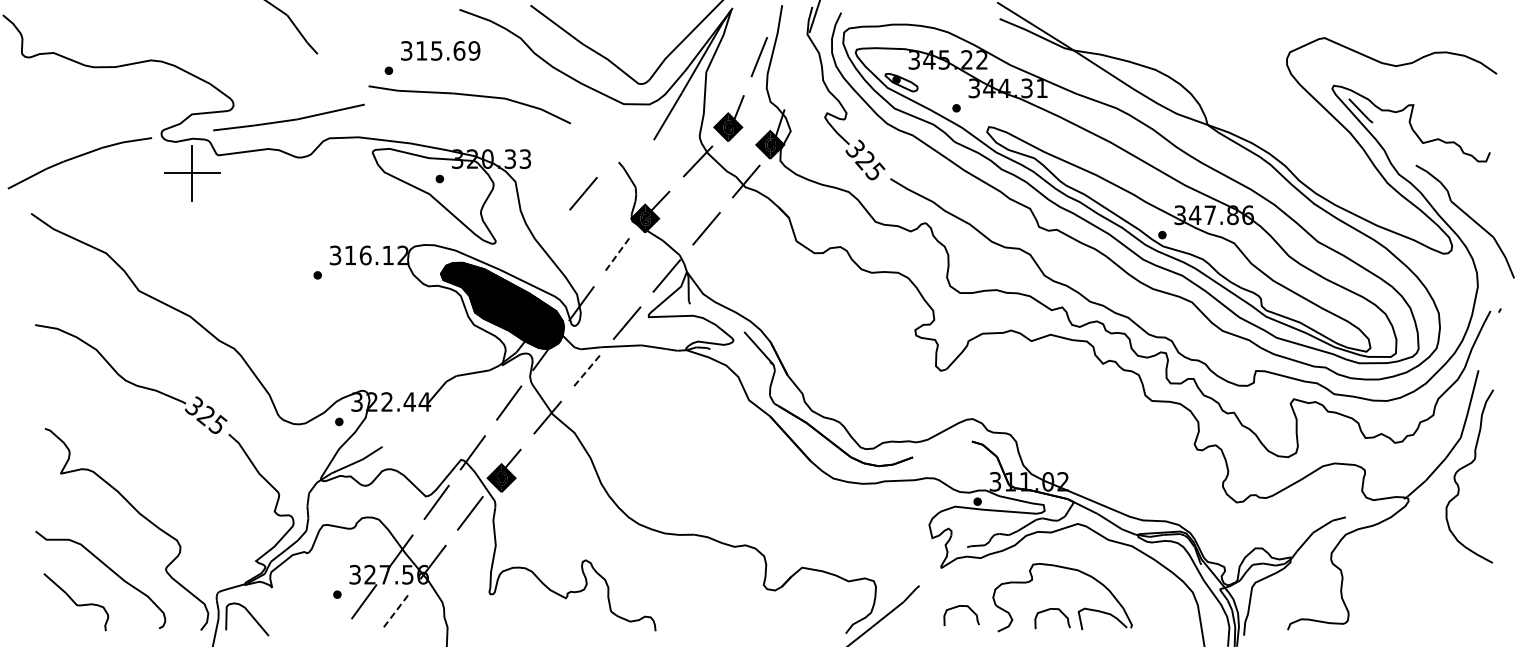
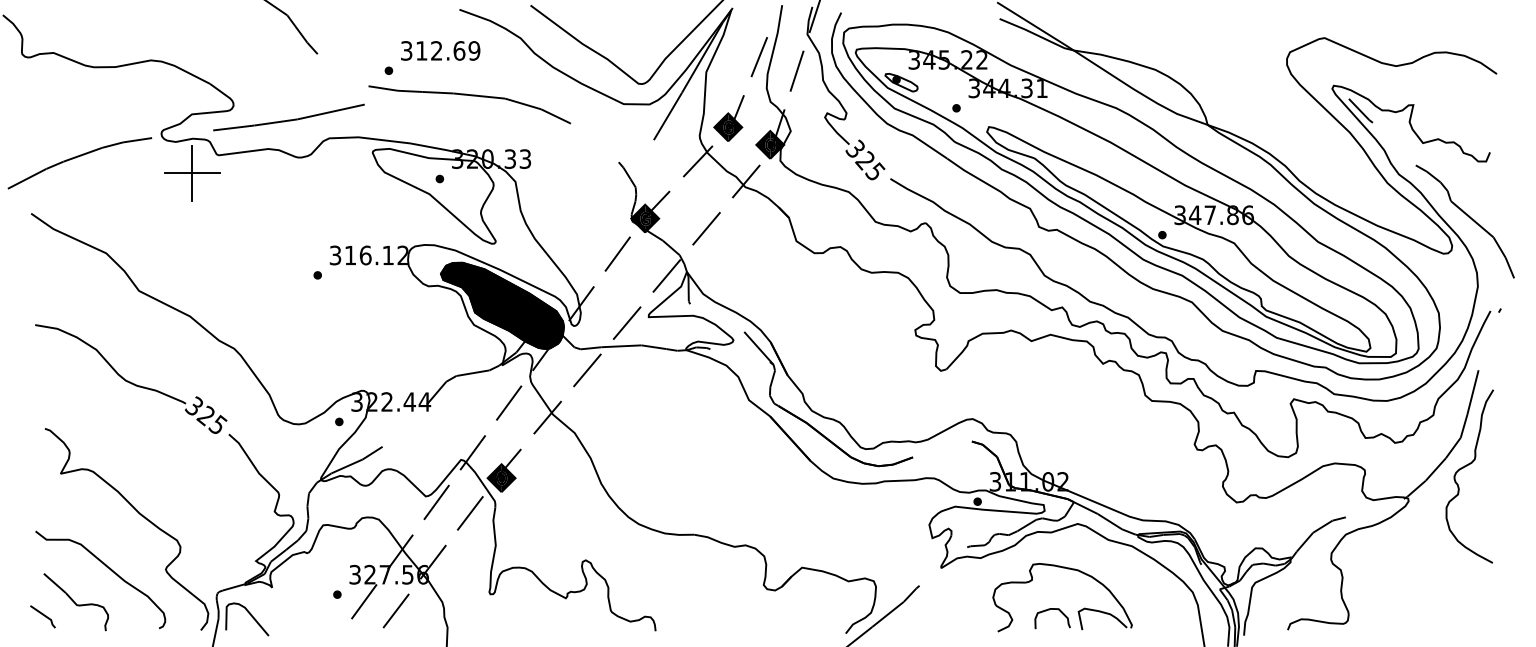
text at (436, 50): 315.69 -> 312.69
line at (796, 70): none -> present
line at (583, 193): present -> none
line at (618, 253): dashed -> solid
line at (587, 370): dashed -> solid
curve at (958, 607): present -> none
line at (396, 610): dashed -> solid
line at (42, 615): none -> present
